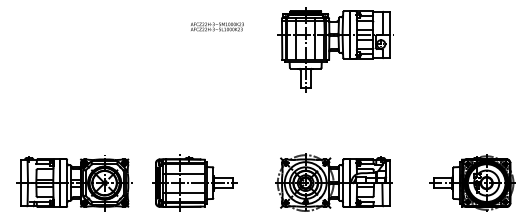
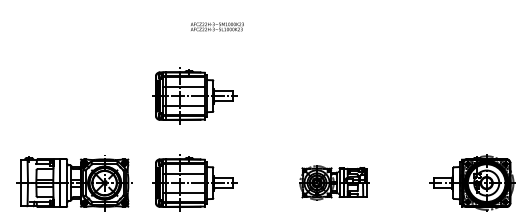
part at (335, 49): present -> none
part at (194, 95): none -> present
part at (333, 182) size: 118x59 px -> 71x36 px
